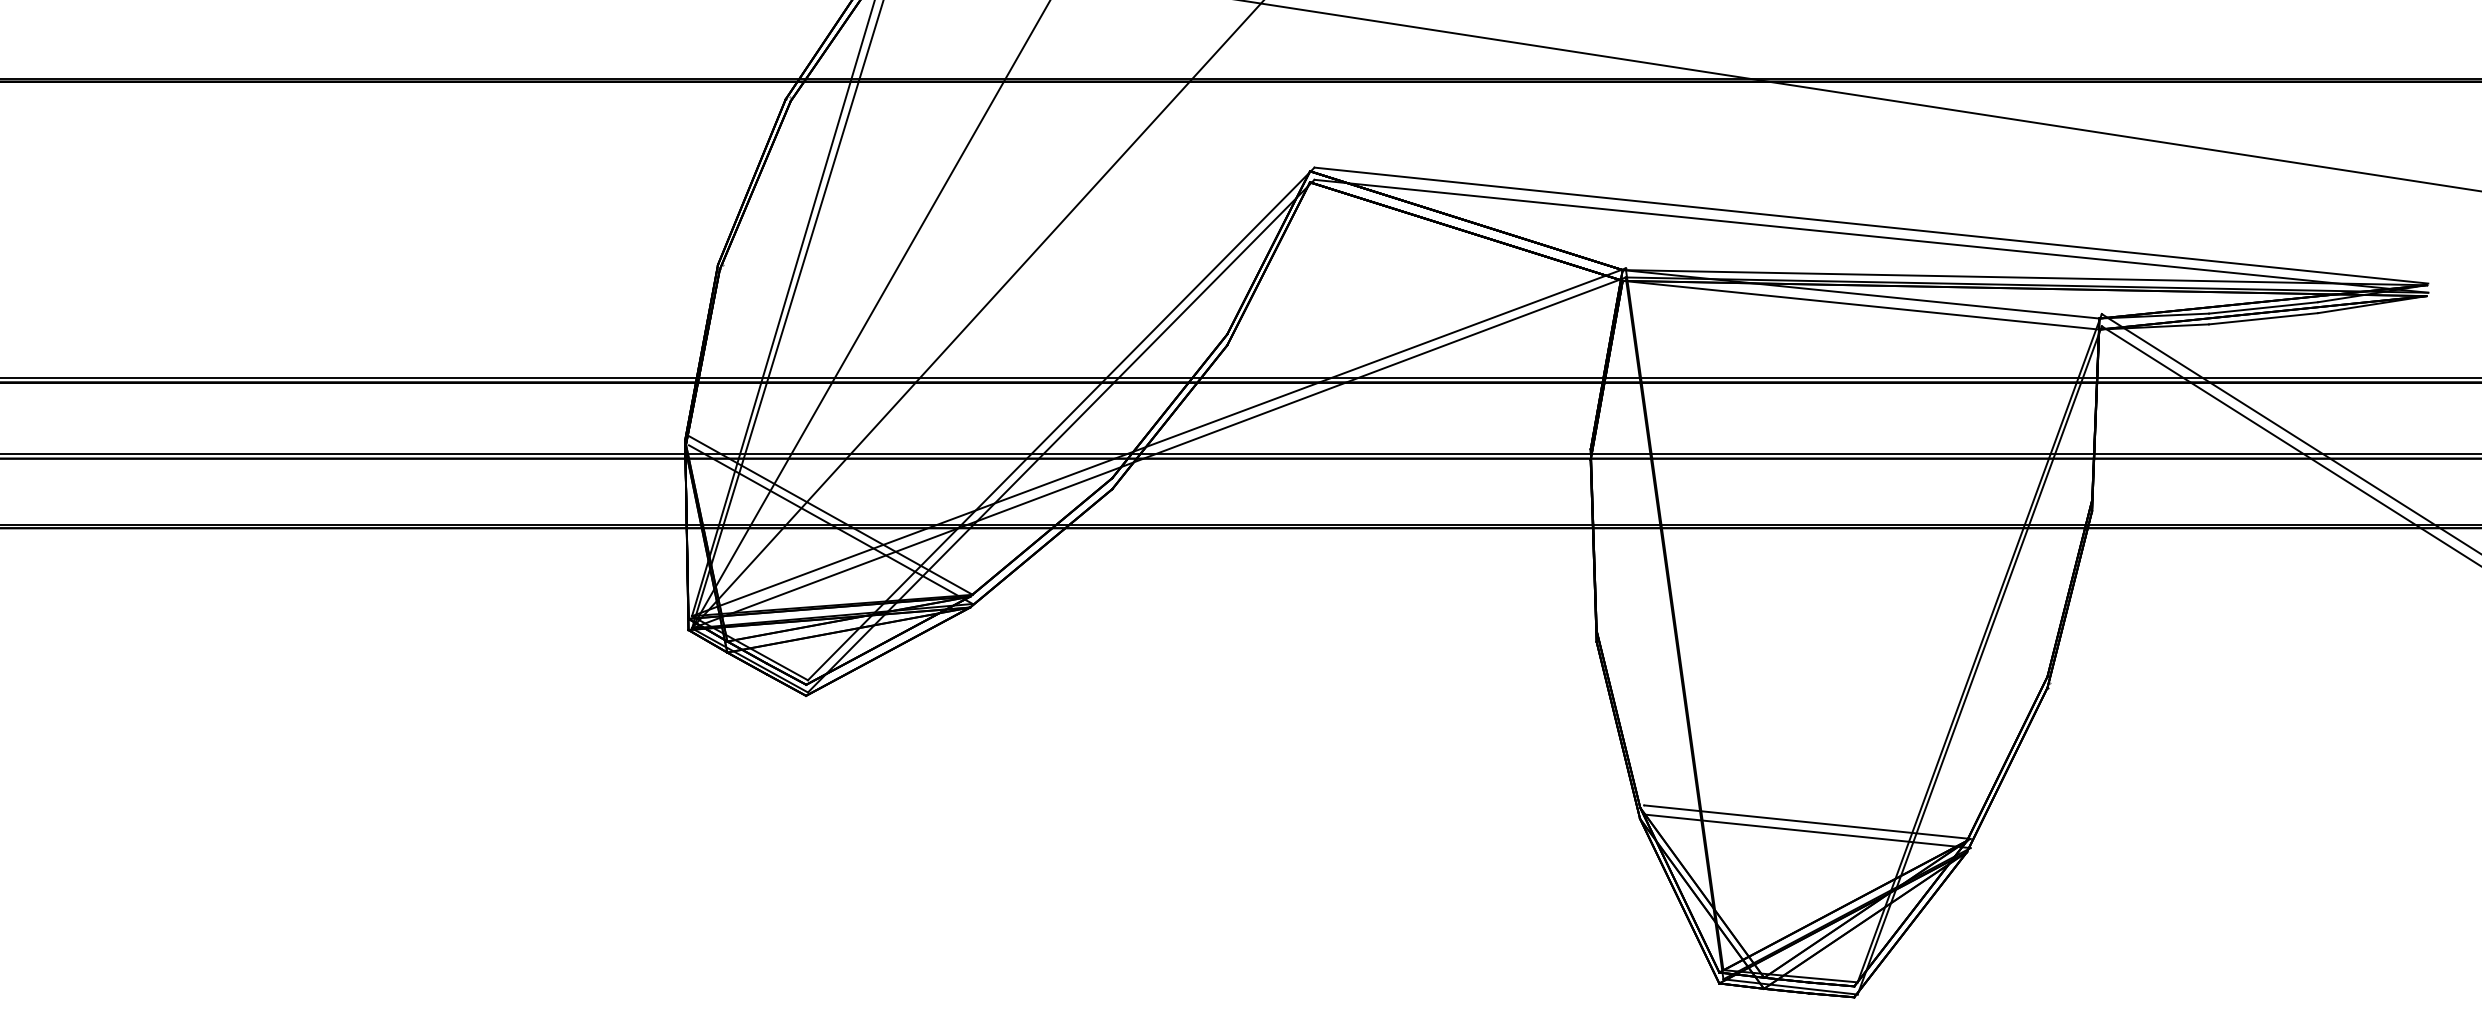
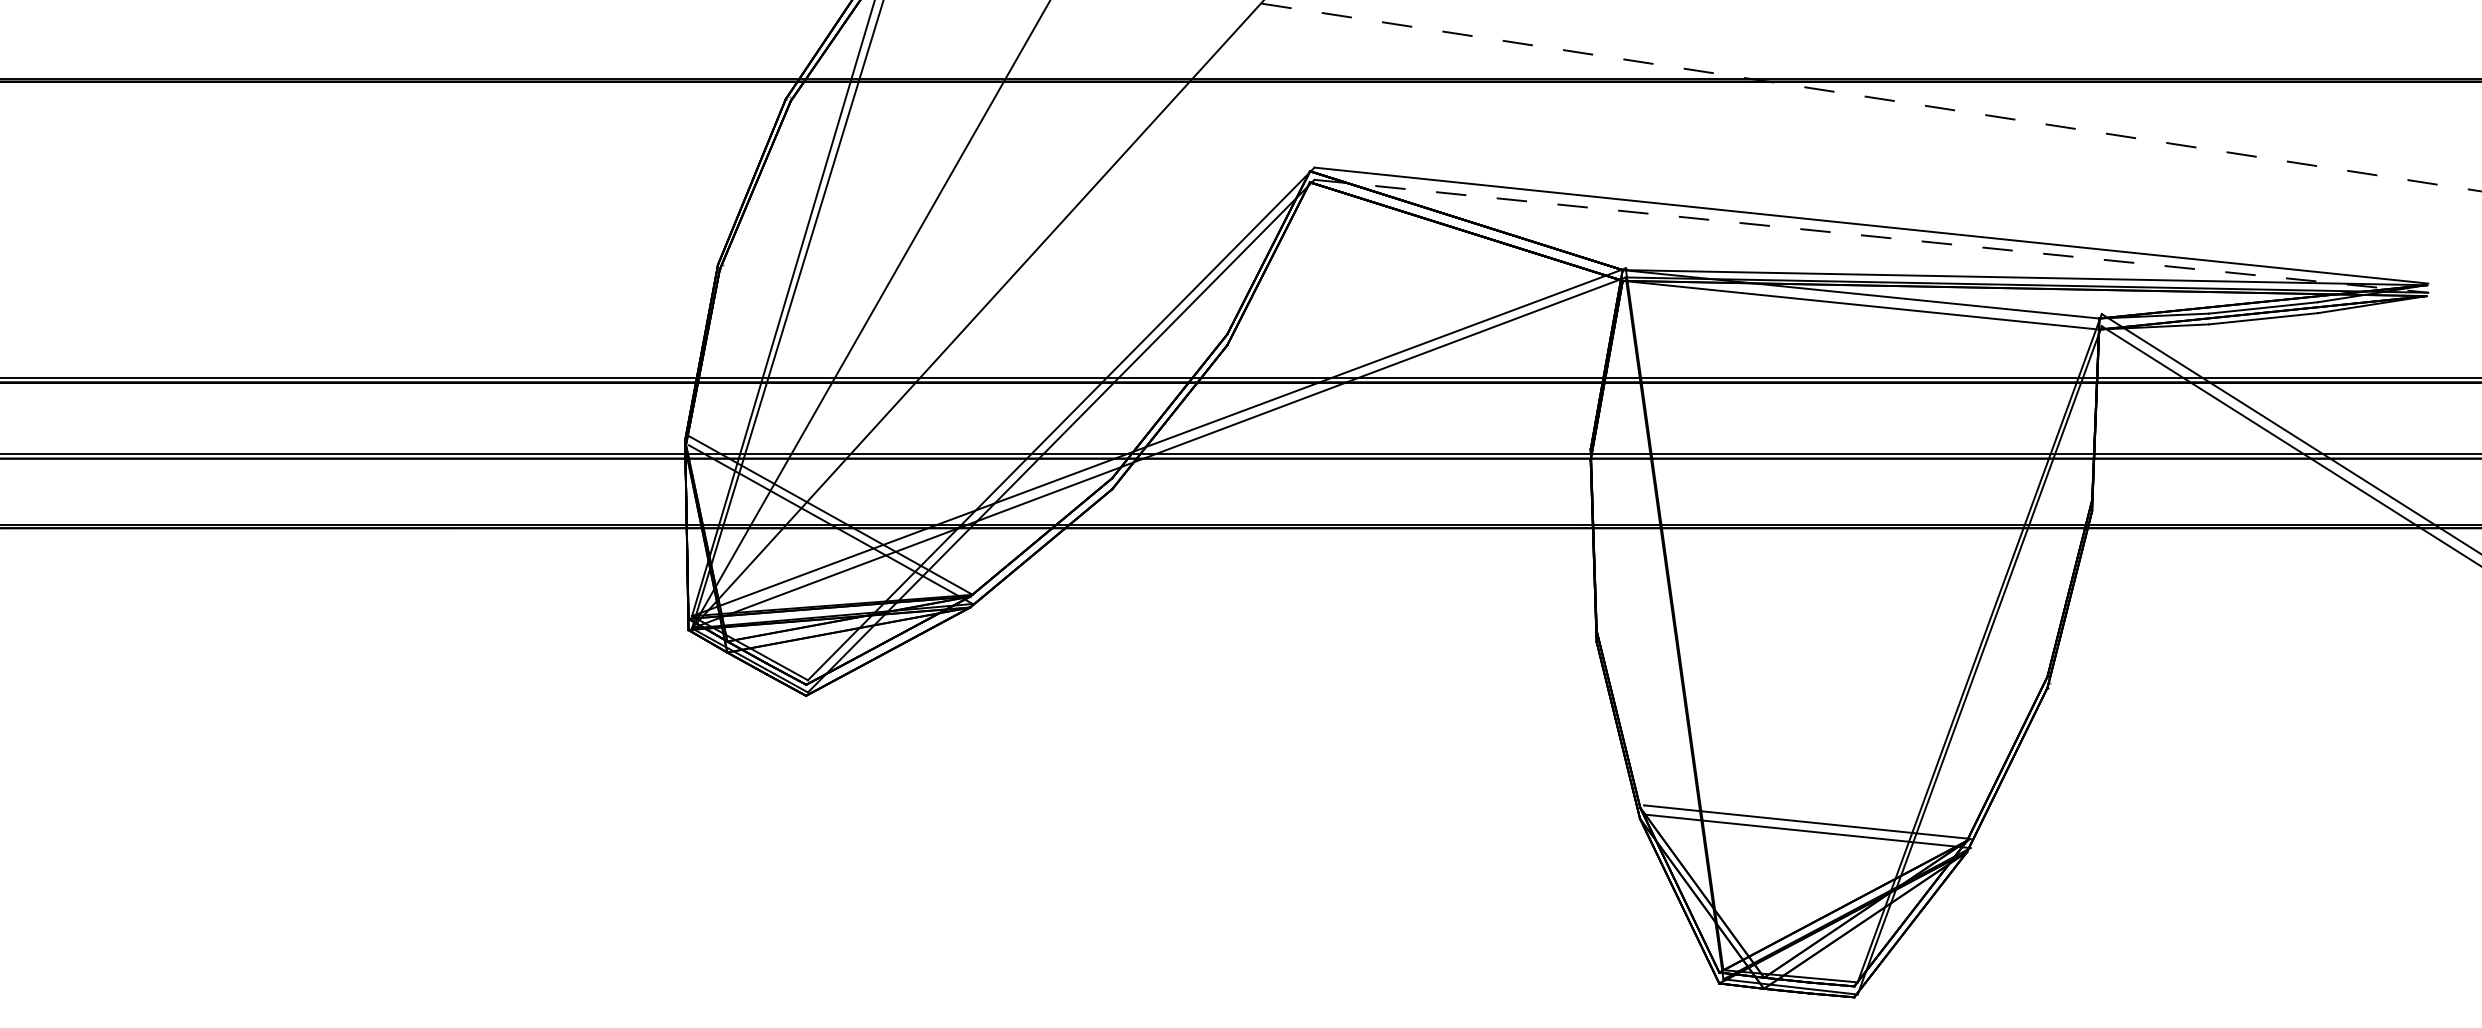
line at (1859, 95): solid -> dashed
line at (1871, 236): solid -> dashed
